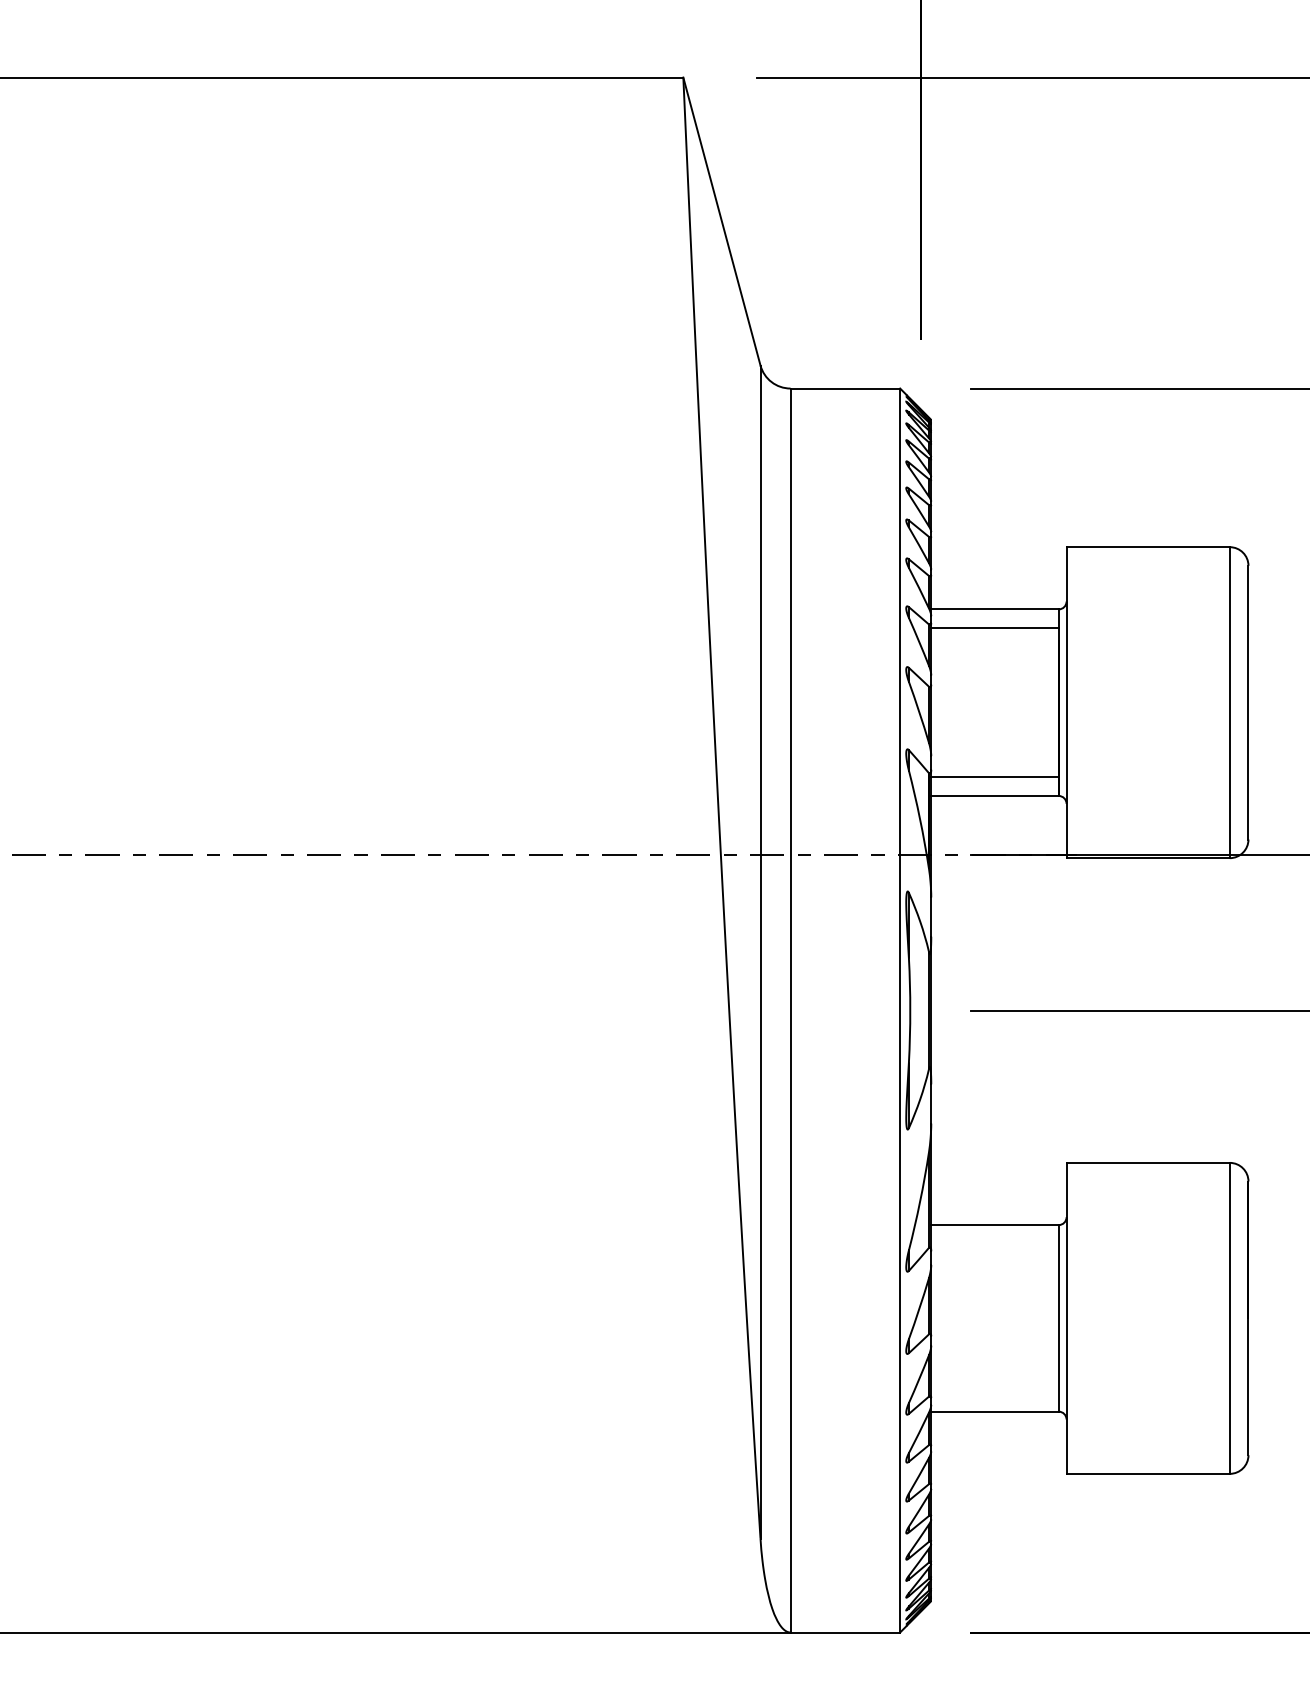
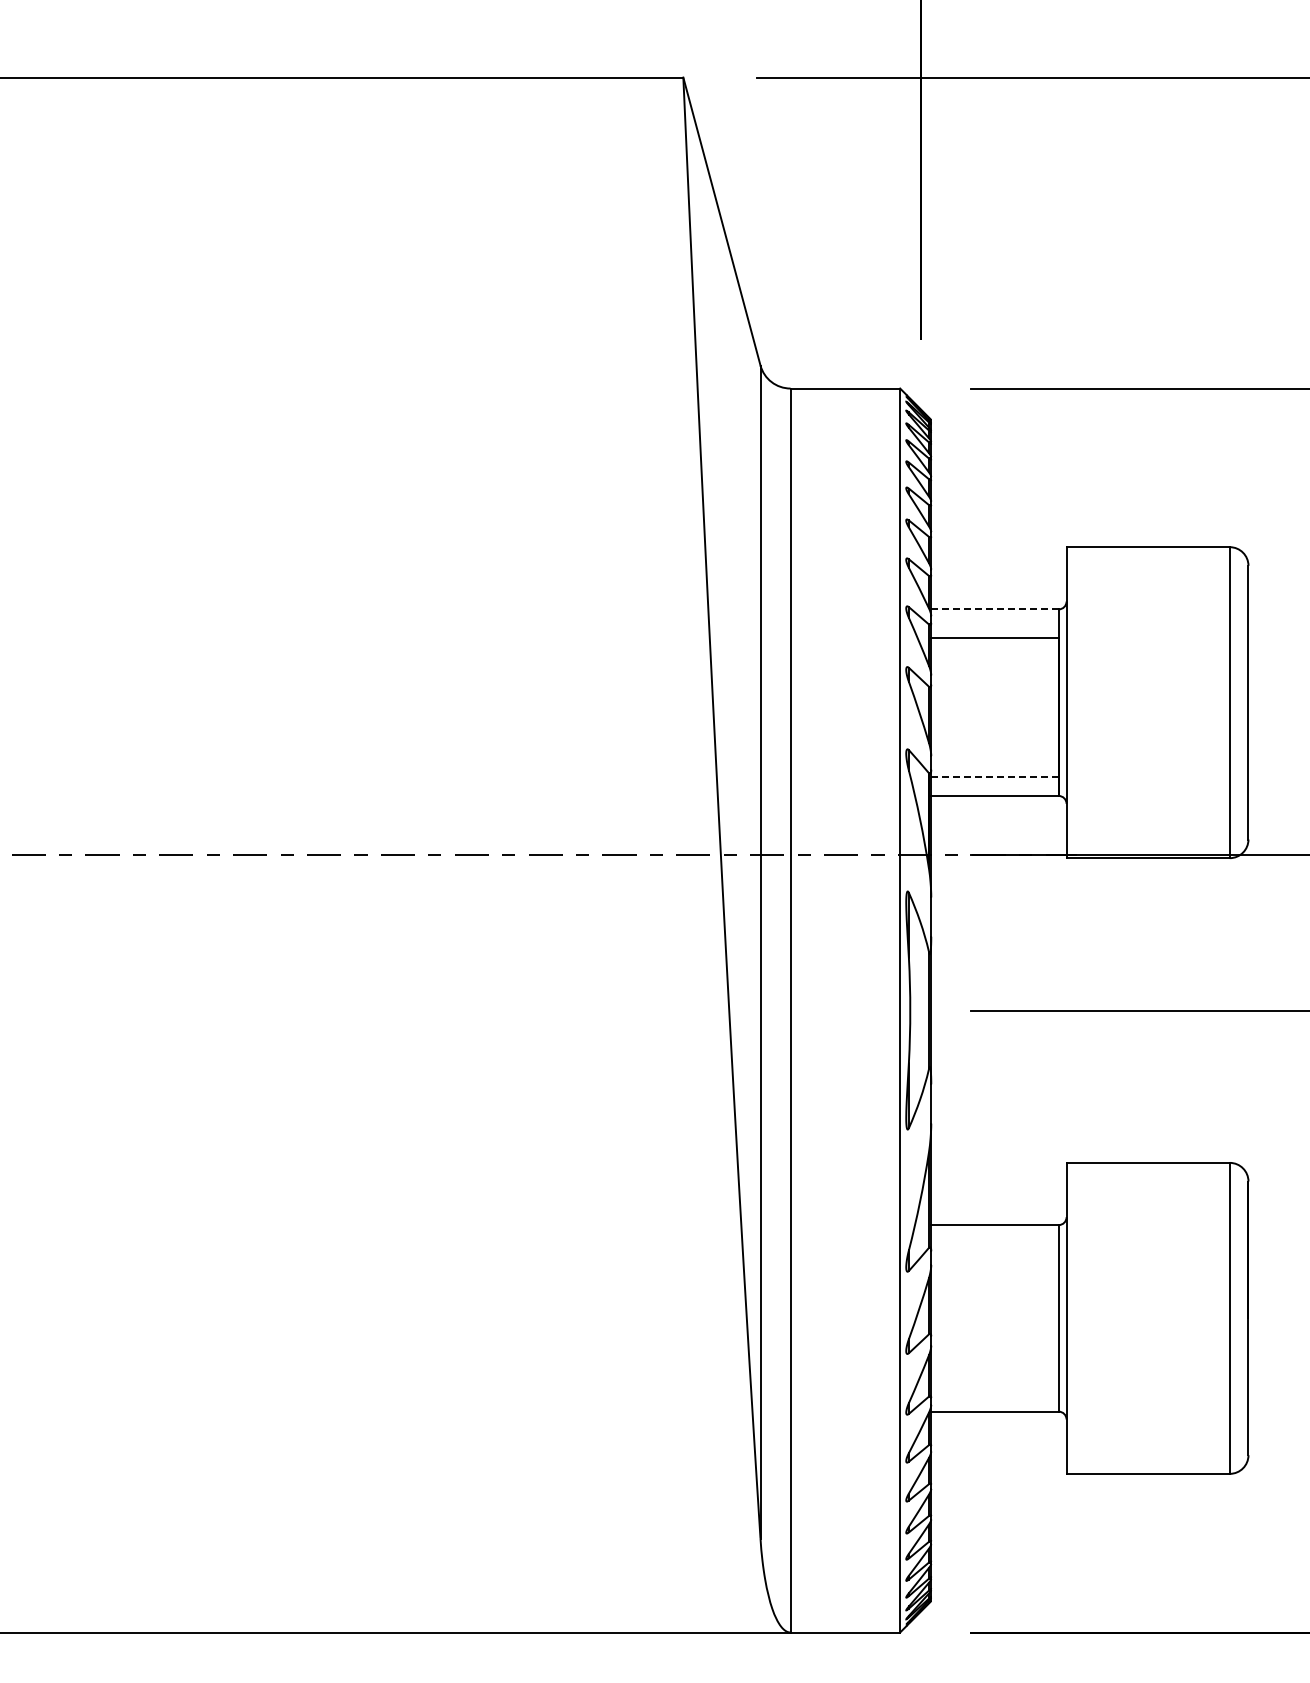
line at (995, 609): solid -> dashed
line at (994, 628) position: (994, 628) -> (994, 638)
line at (995, 776): solid -> dashed
